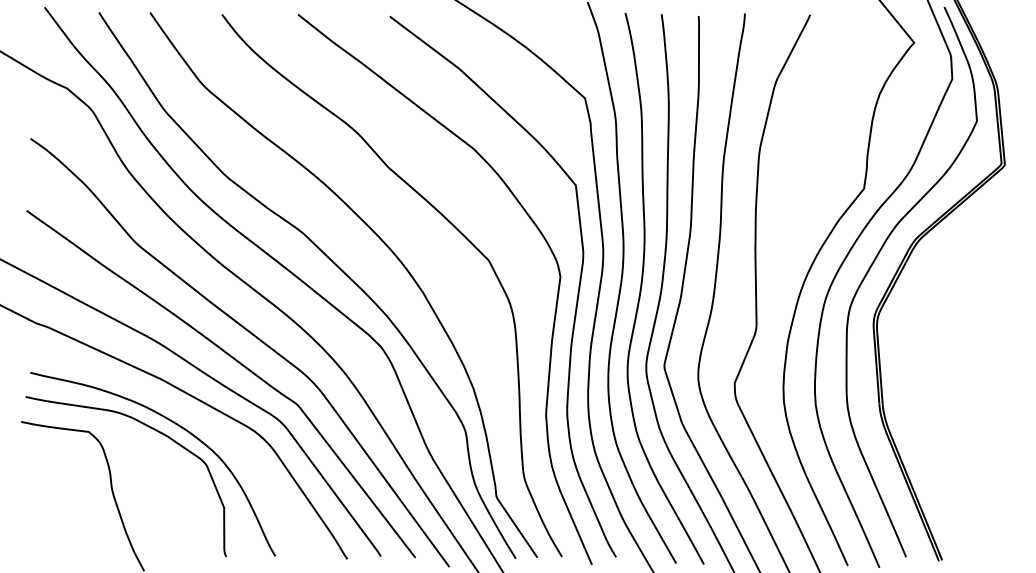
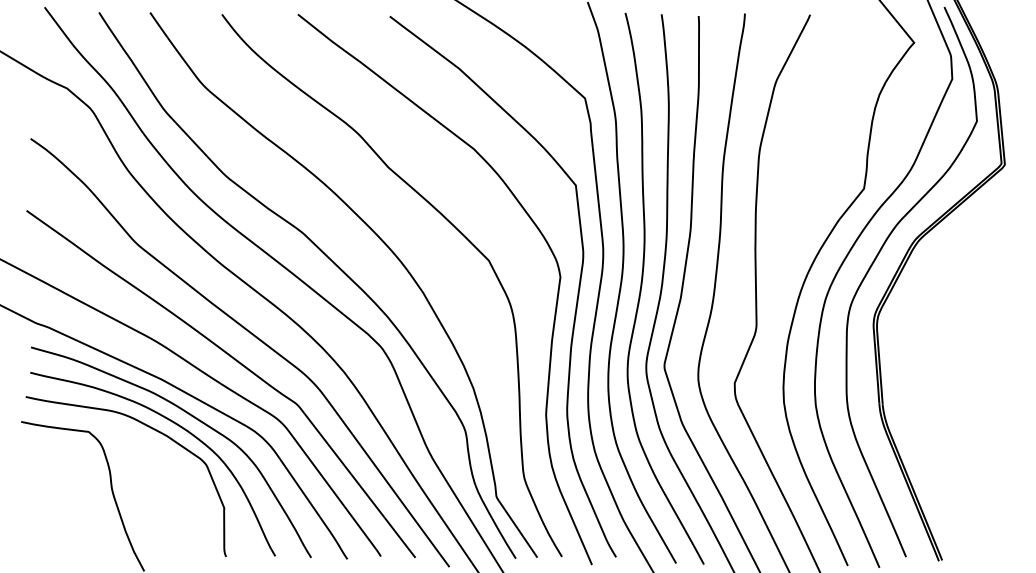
curve at (192, 417): none -> present
